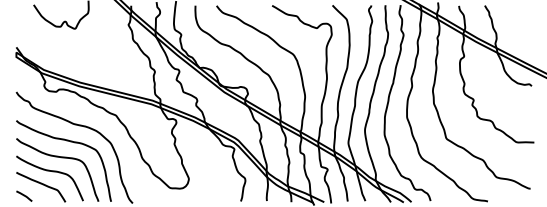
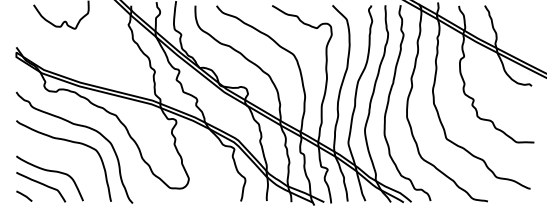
curve at (61, 158): present -> none
